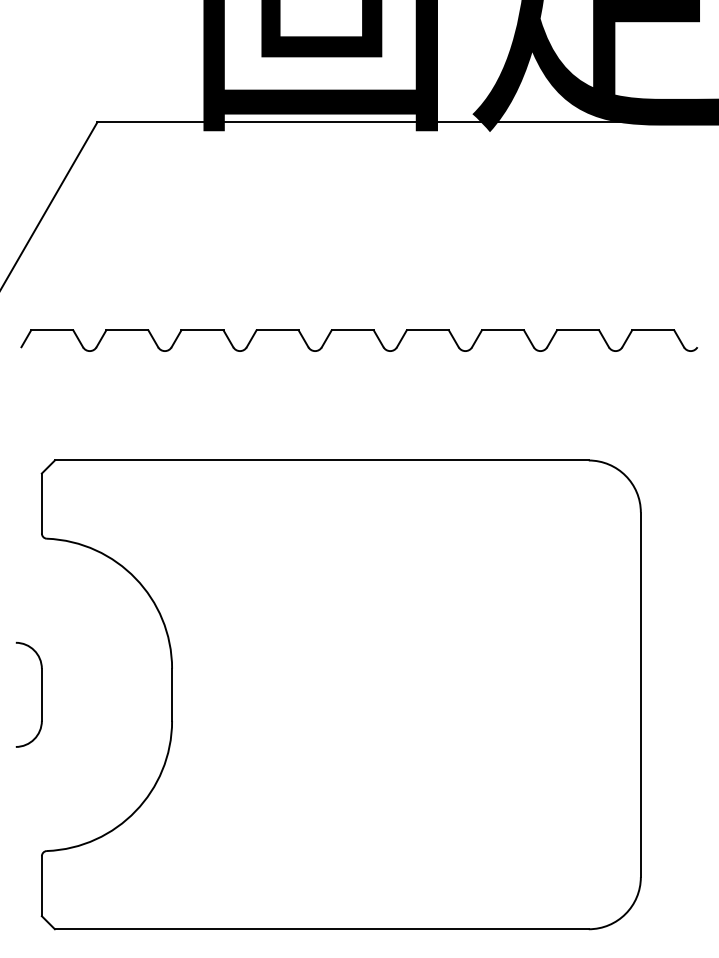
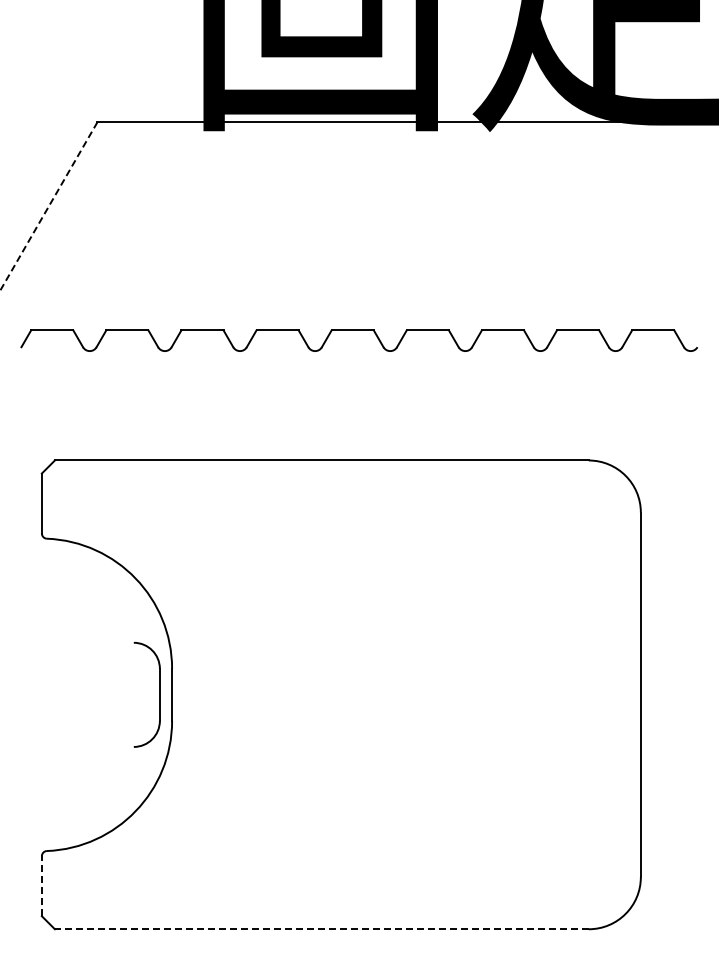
line at (48, 206): solid -> dashed
part at (41, 694) position: (41, 694) -> (159, 694)
line at (41, 885): solid -> dashed
line at (321, 929): solid -> dashed
